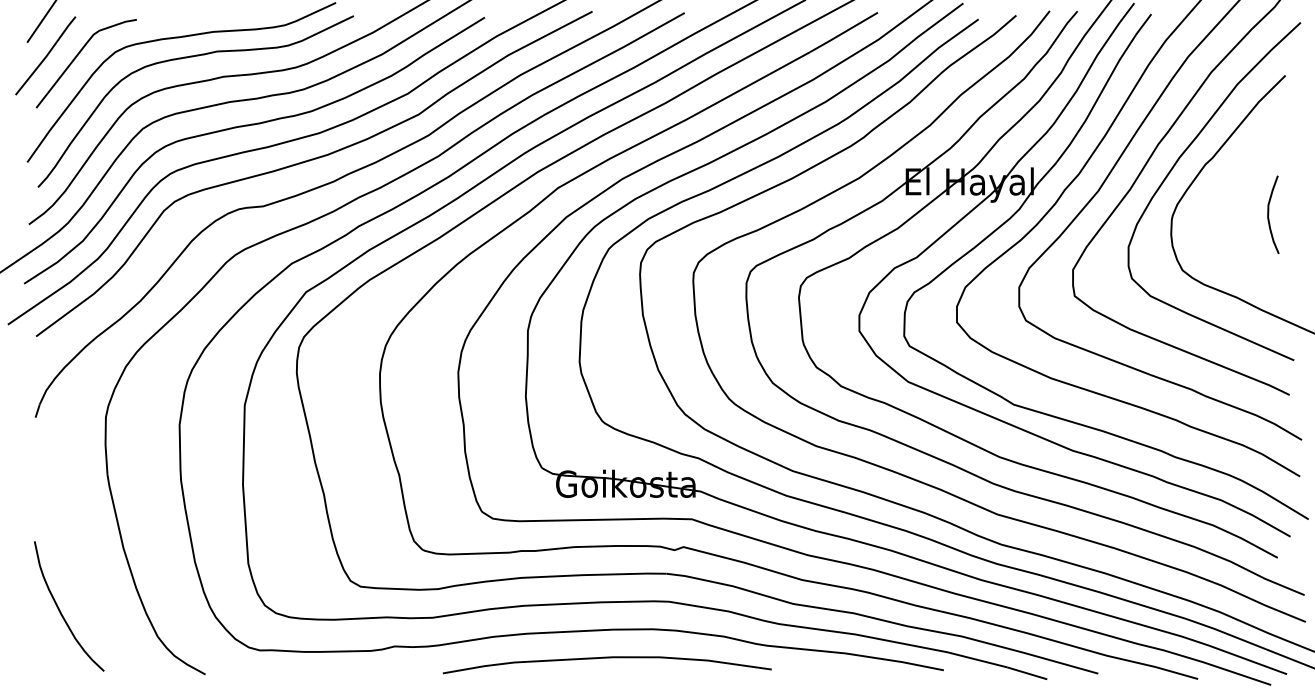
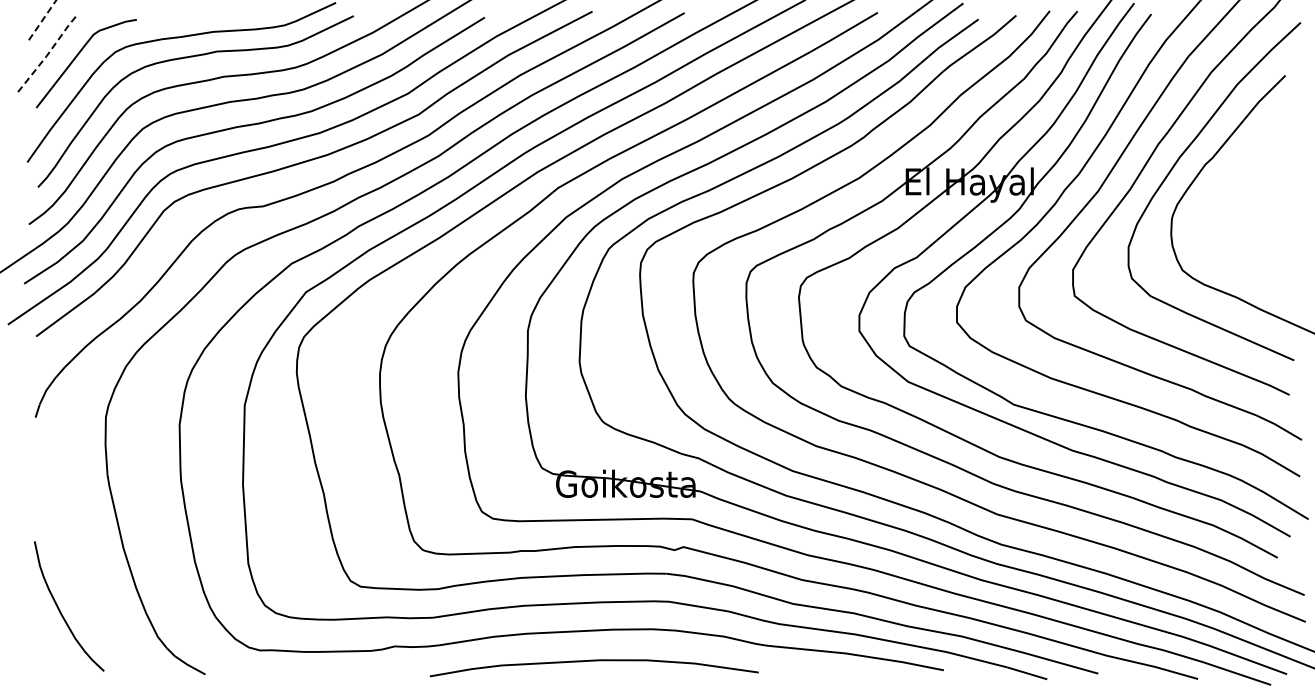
line at (41, 22): solid -> dashed
line at (46, 56): solid -> dashed
curve at (1269, 214): present -> none
curve at (606, 658) position: (606, 658) -> (593, 661)
